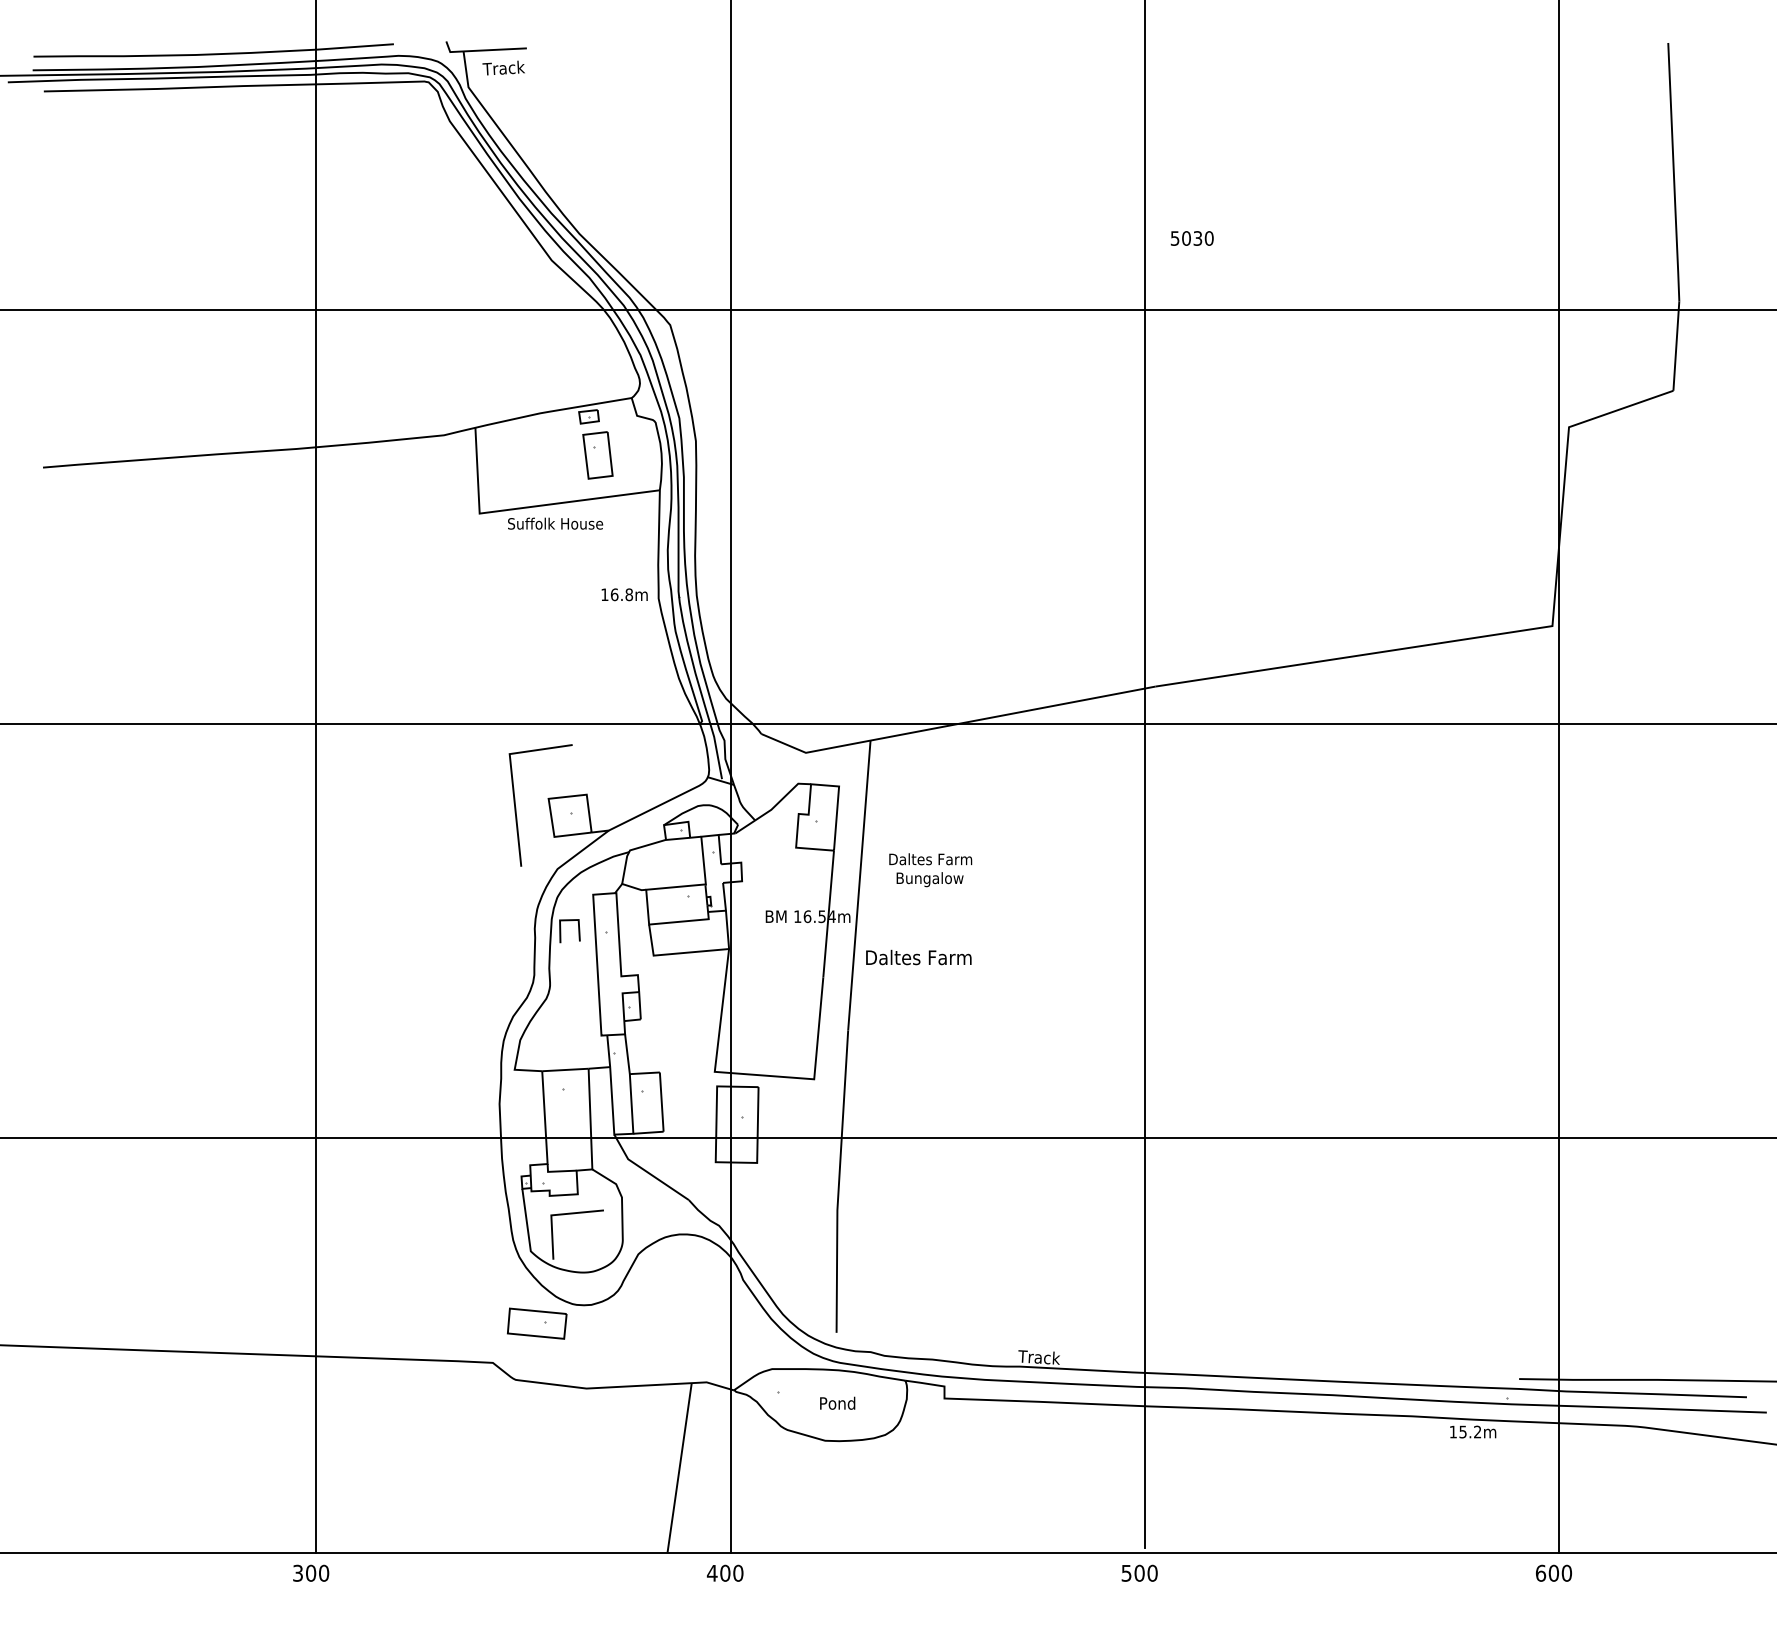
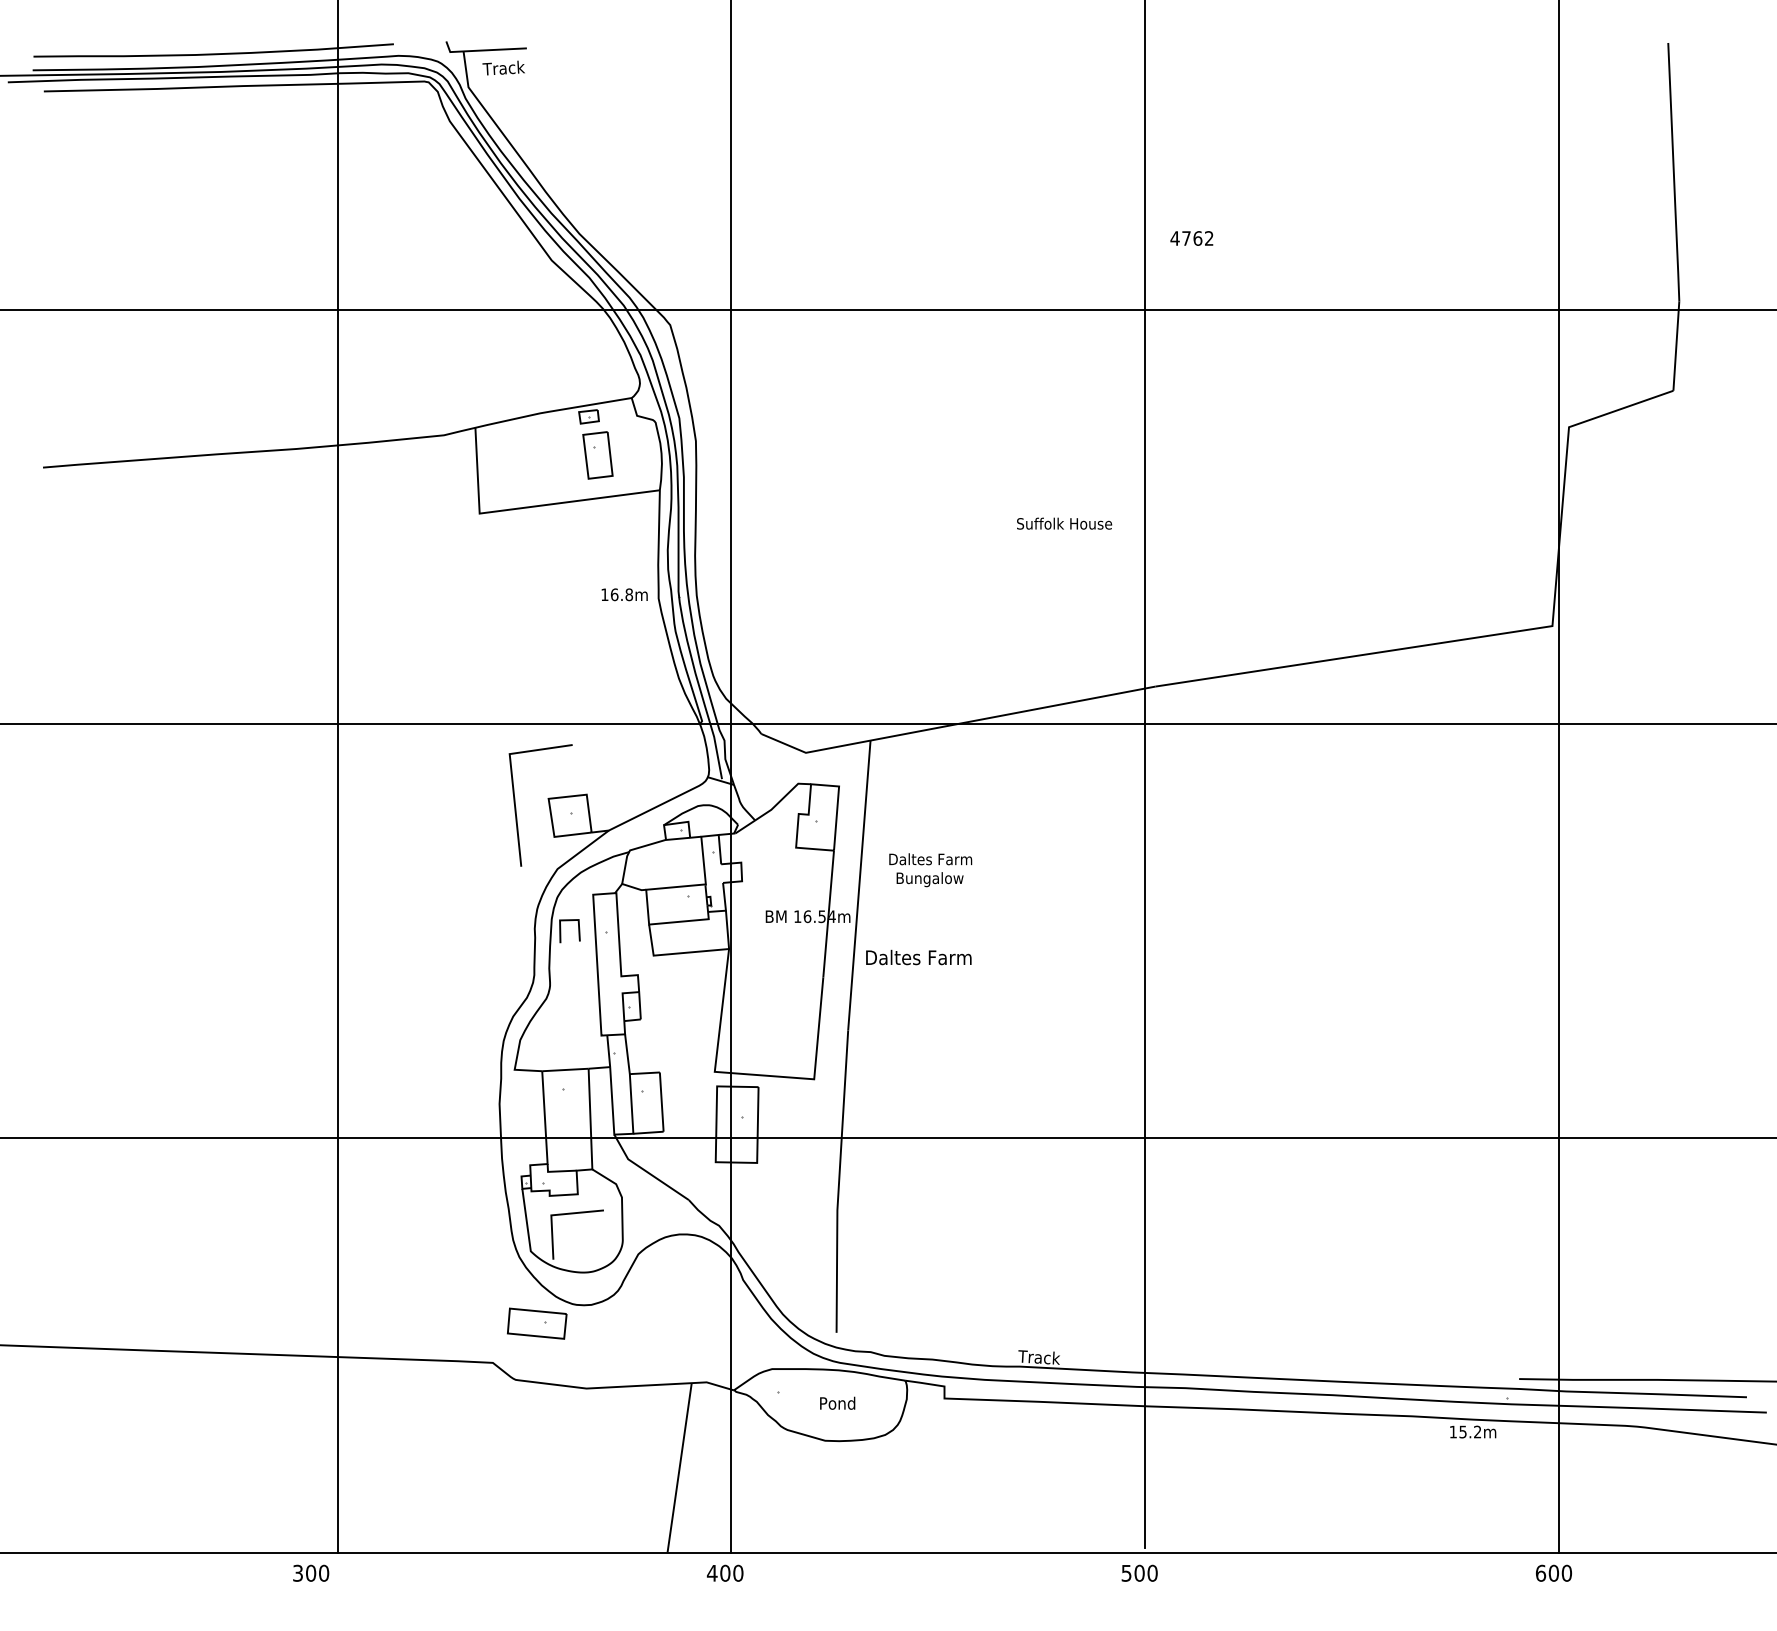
text at (1191, 238): 5030 -> 4762
text at (555, 523) position: (555, 523) -> (1064, 523)
line at (316, 777) position: (316, 777) -> (338, 777)
